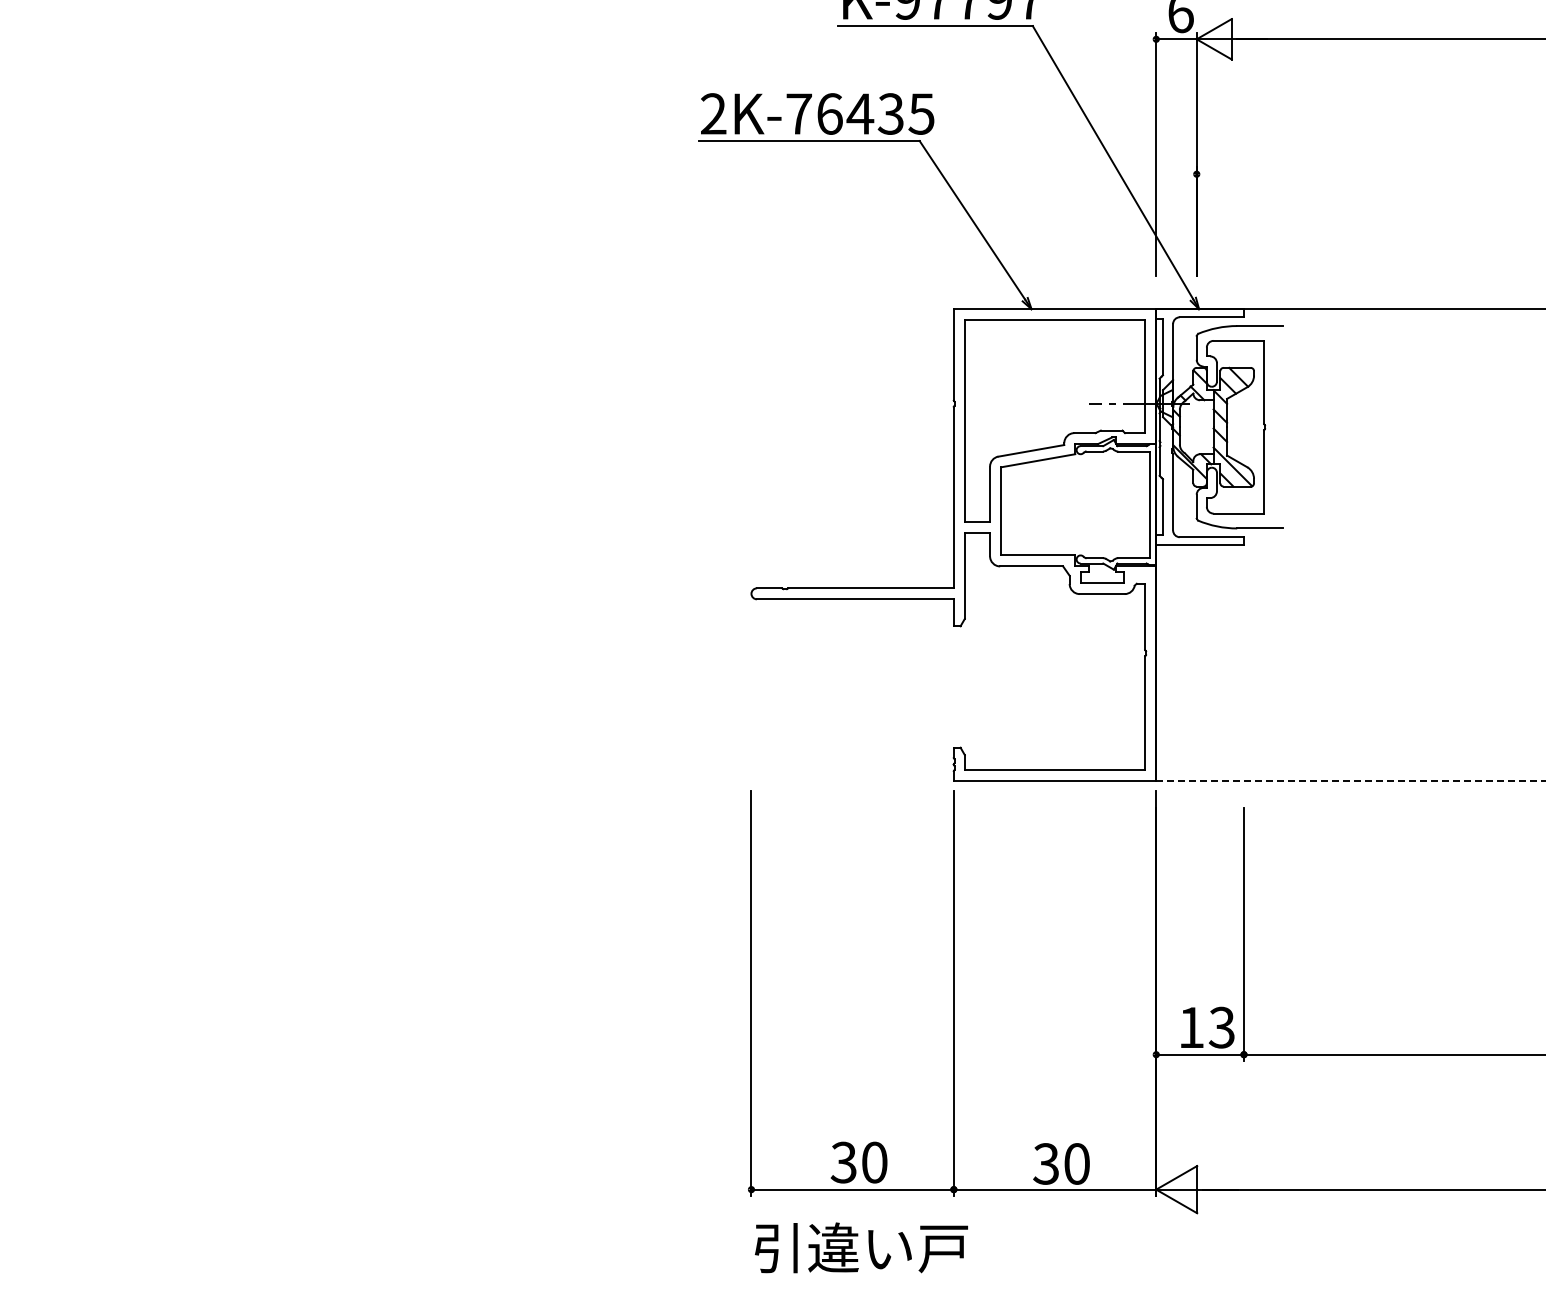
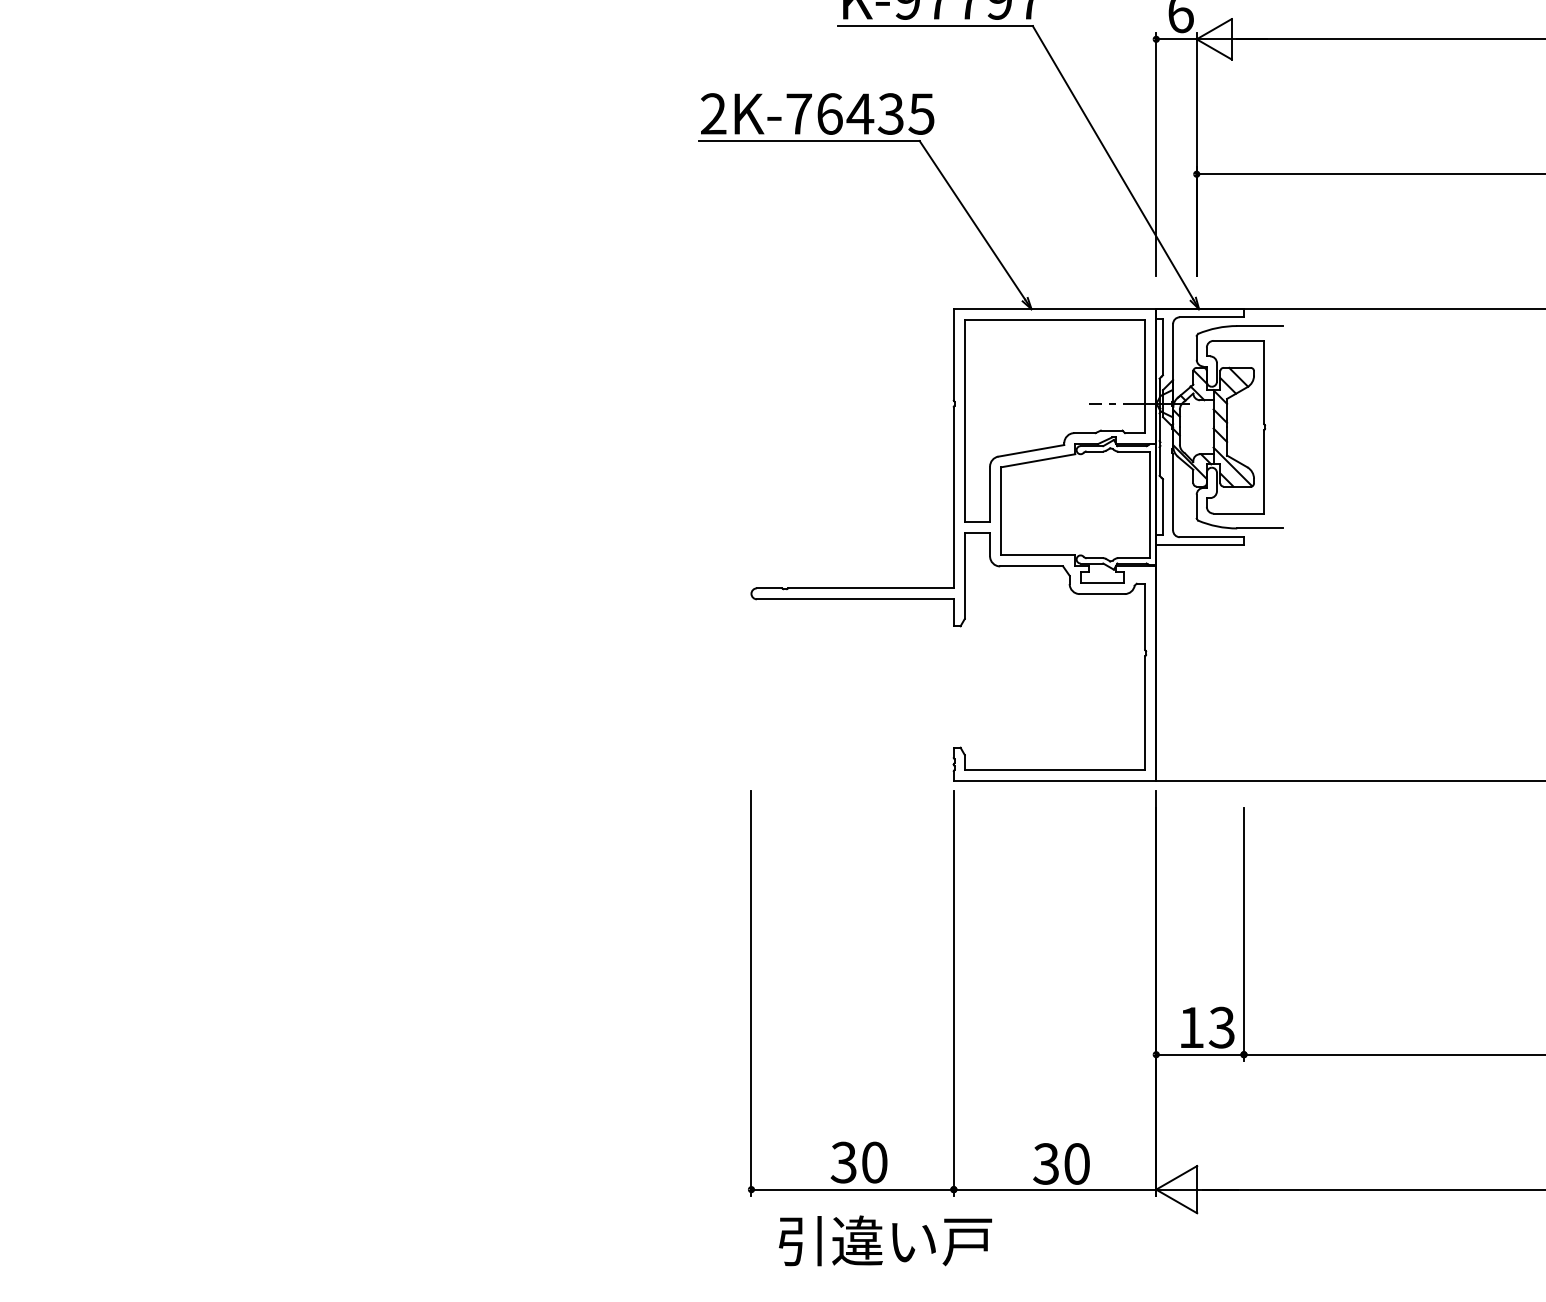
line at (1369, 174): none -> present
line at (1351, 781): dashed -> solid
text at (861, 1247) position: (861, 1247) -> (885, 1240)
